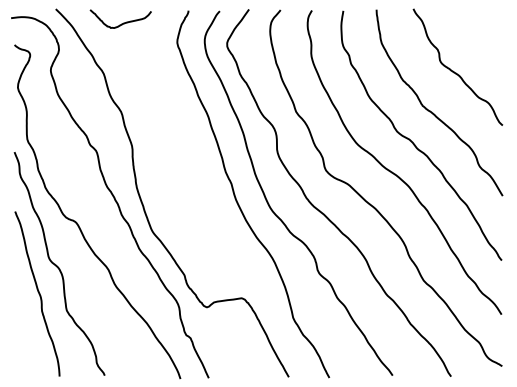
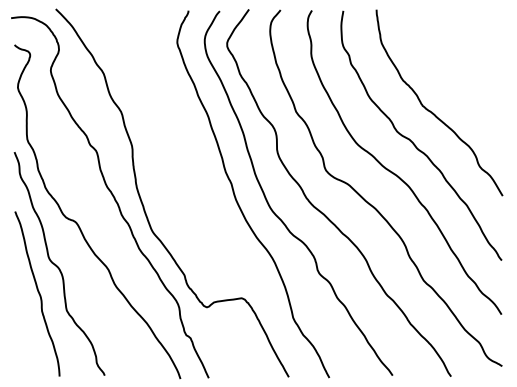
curve at (123, 22): present -> none
curve at (453, 70): present -> none
